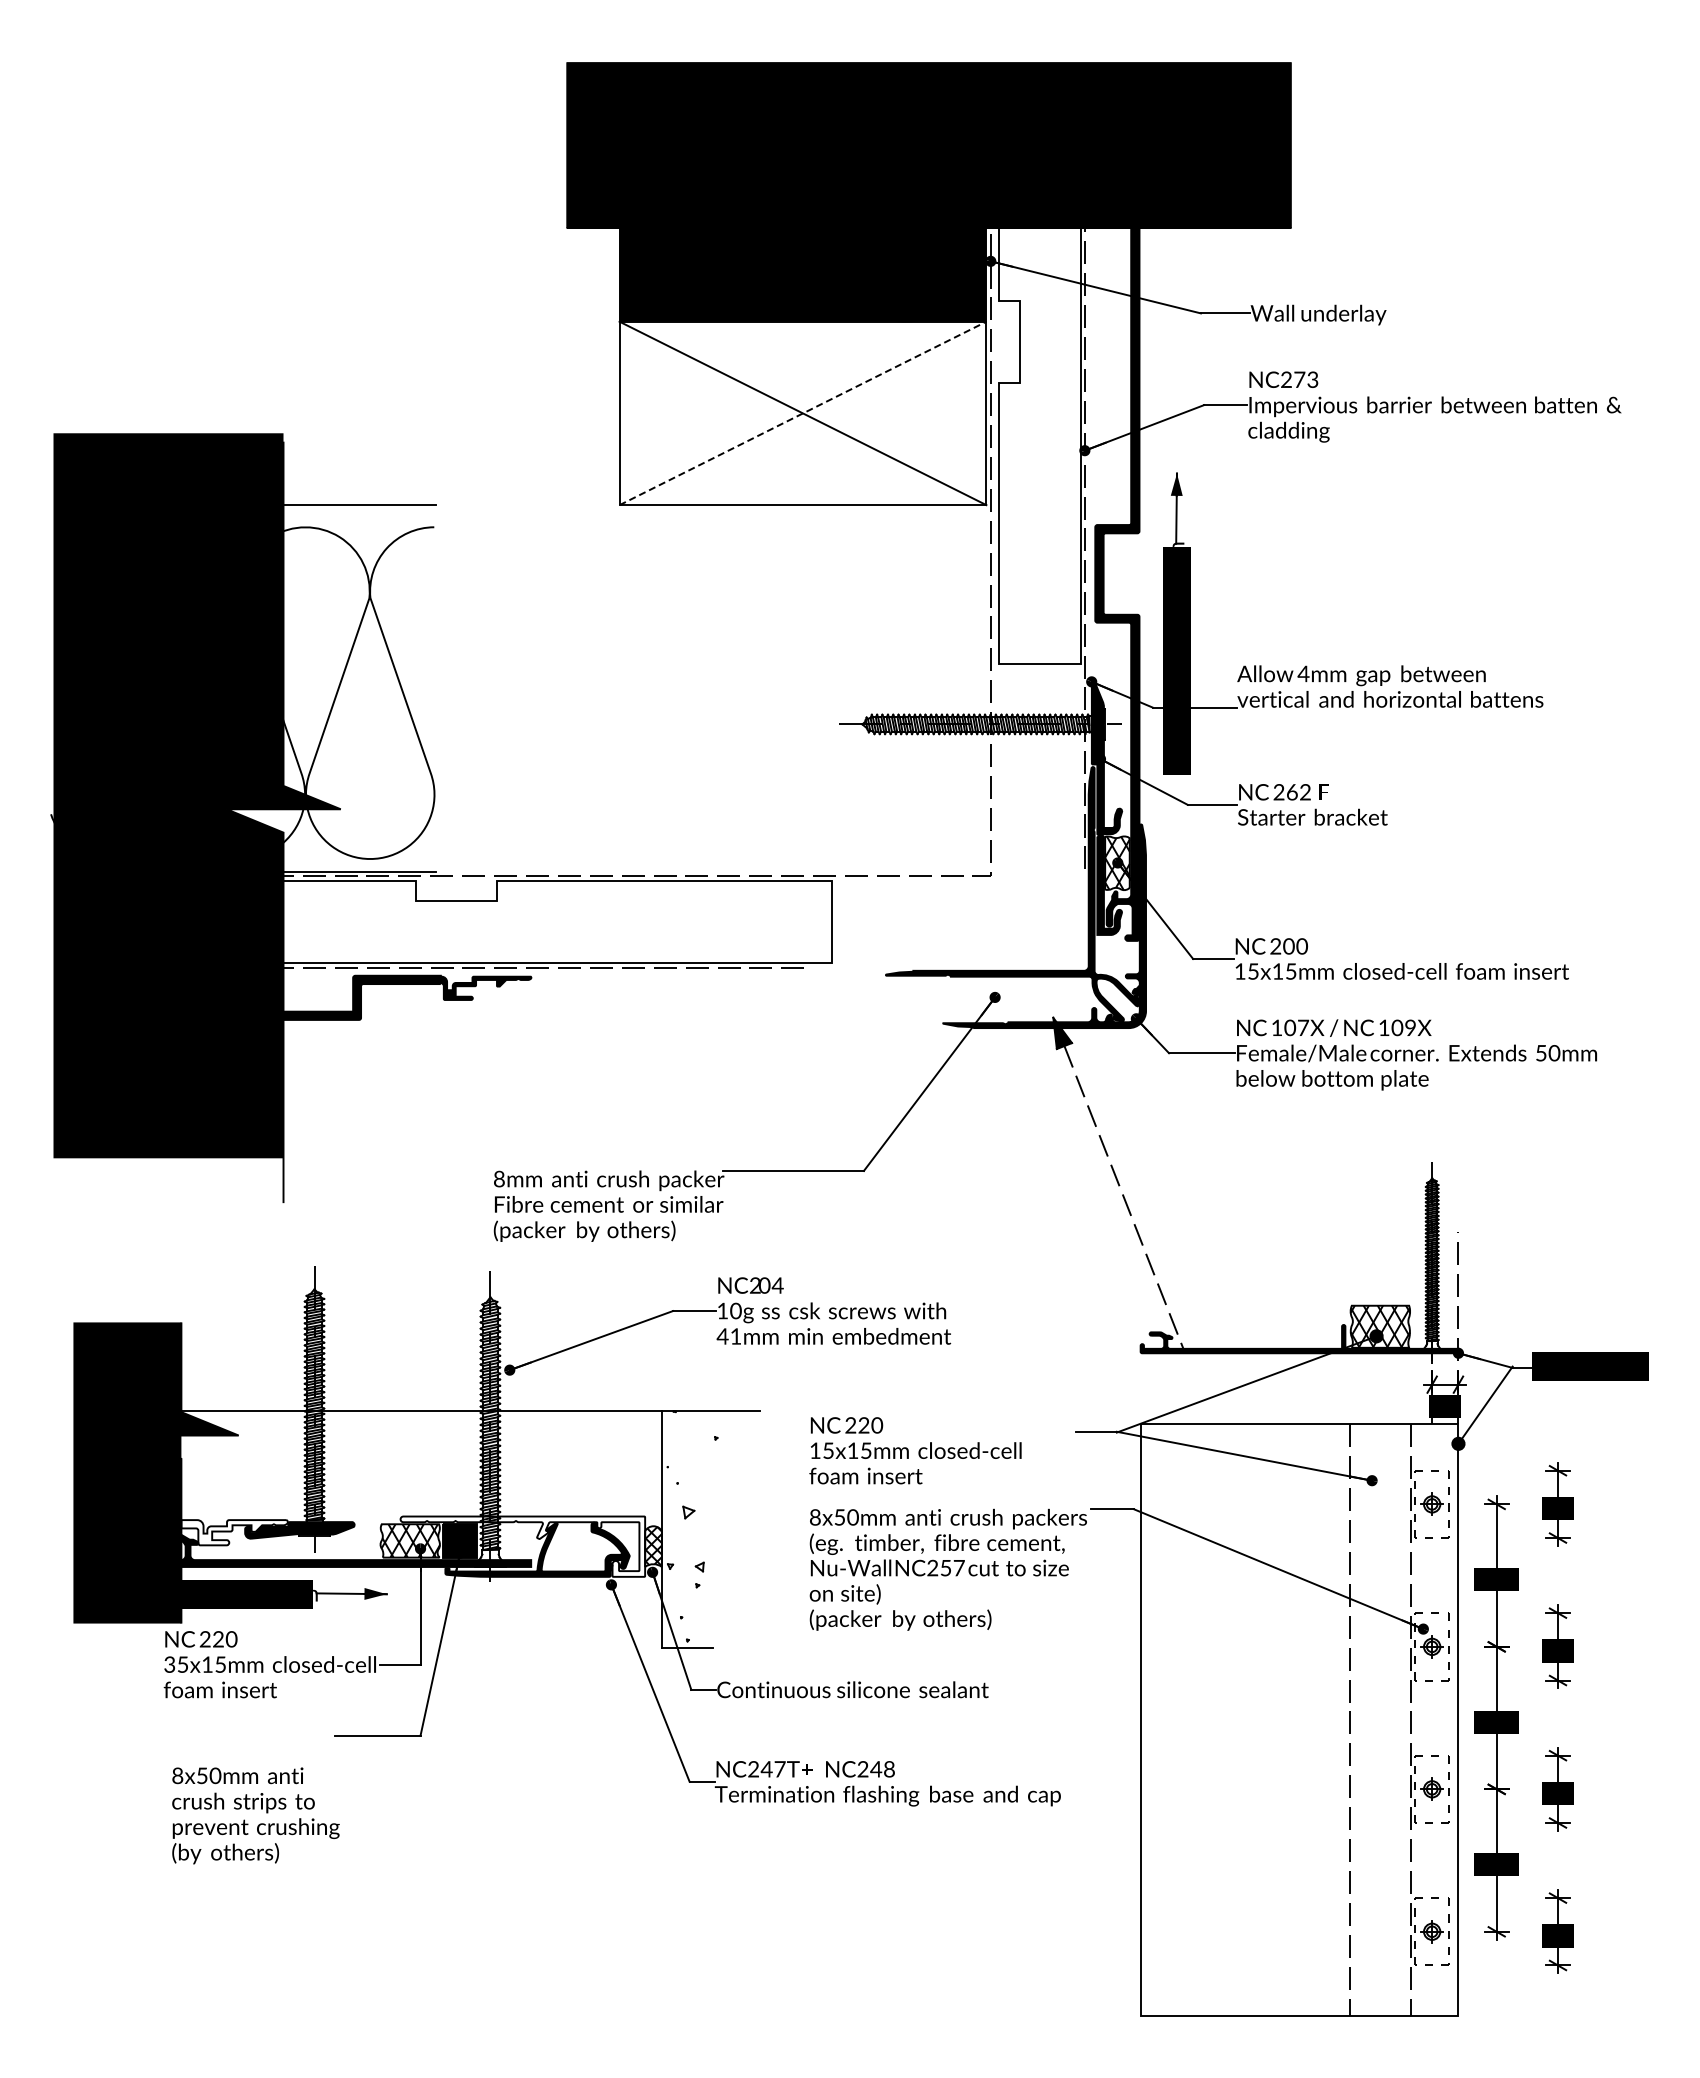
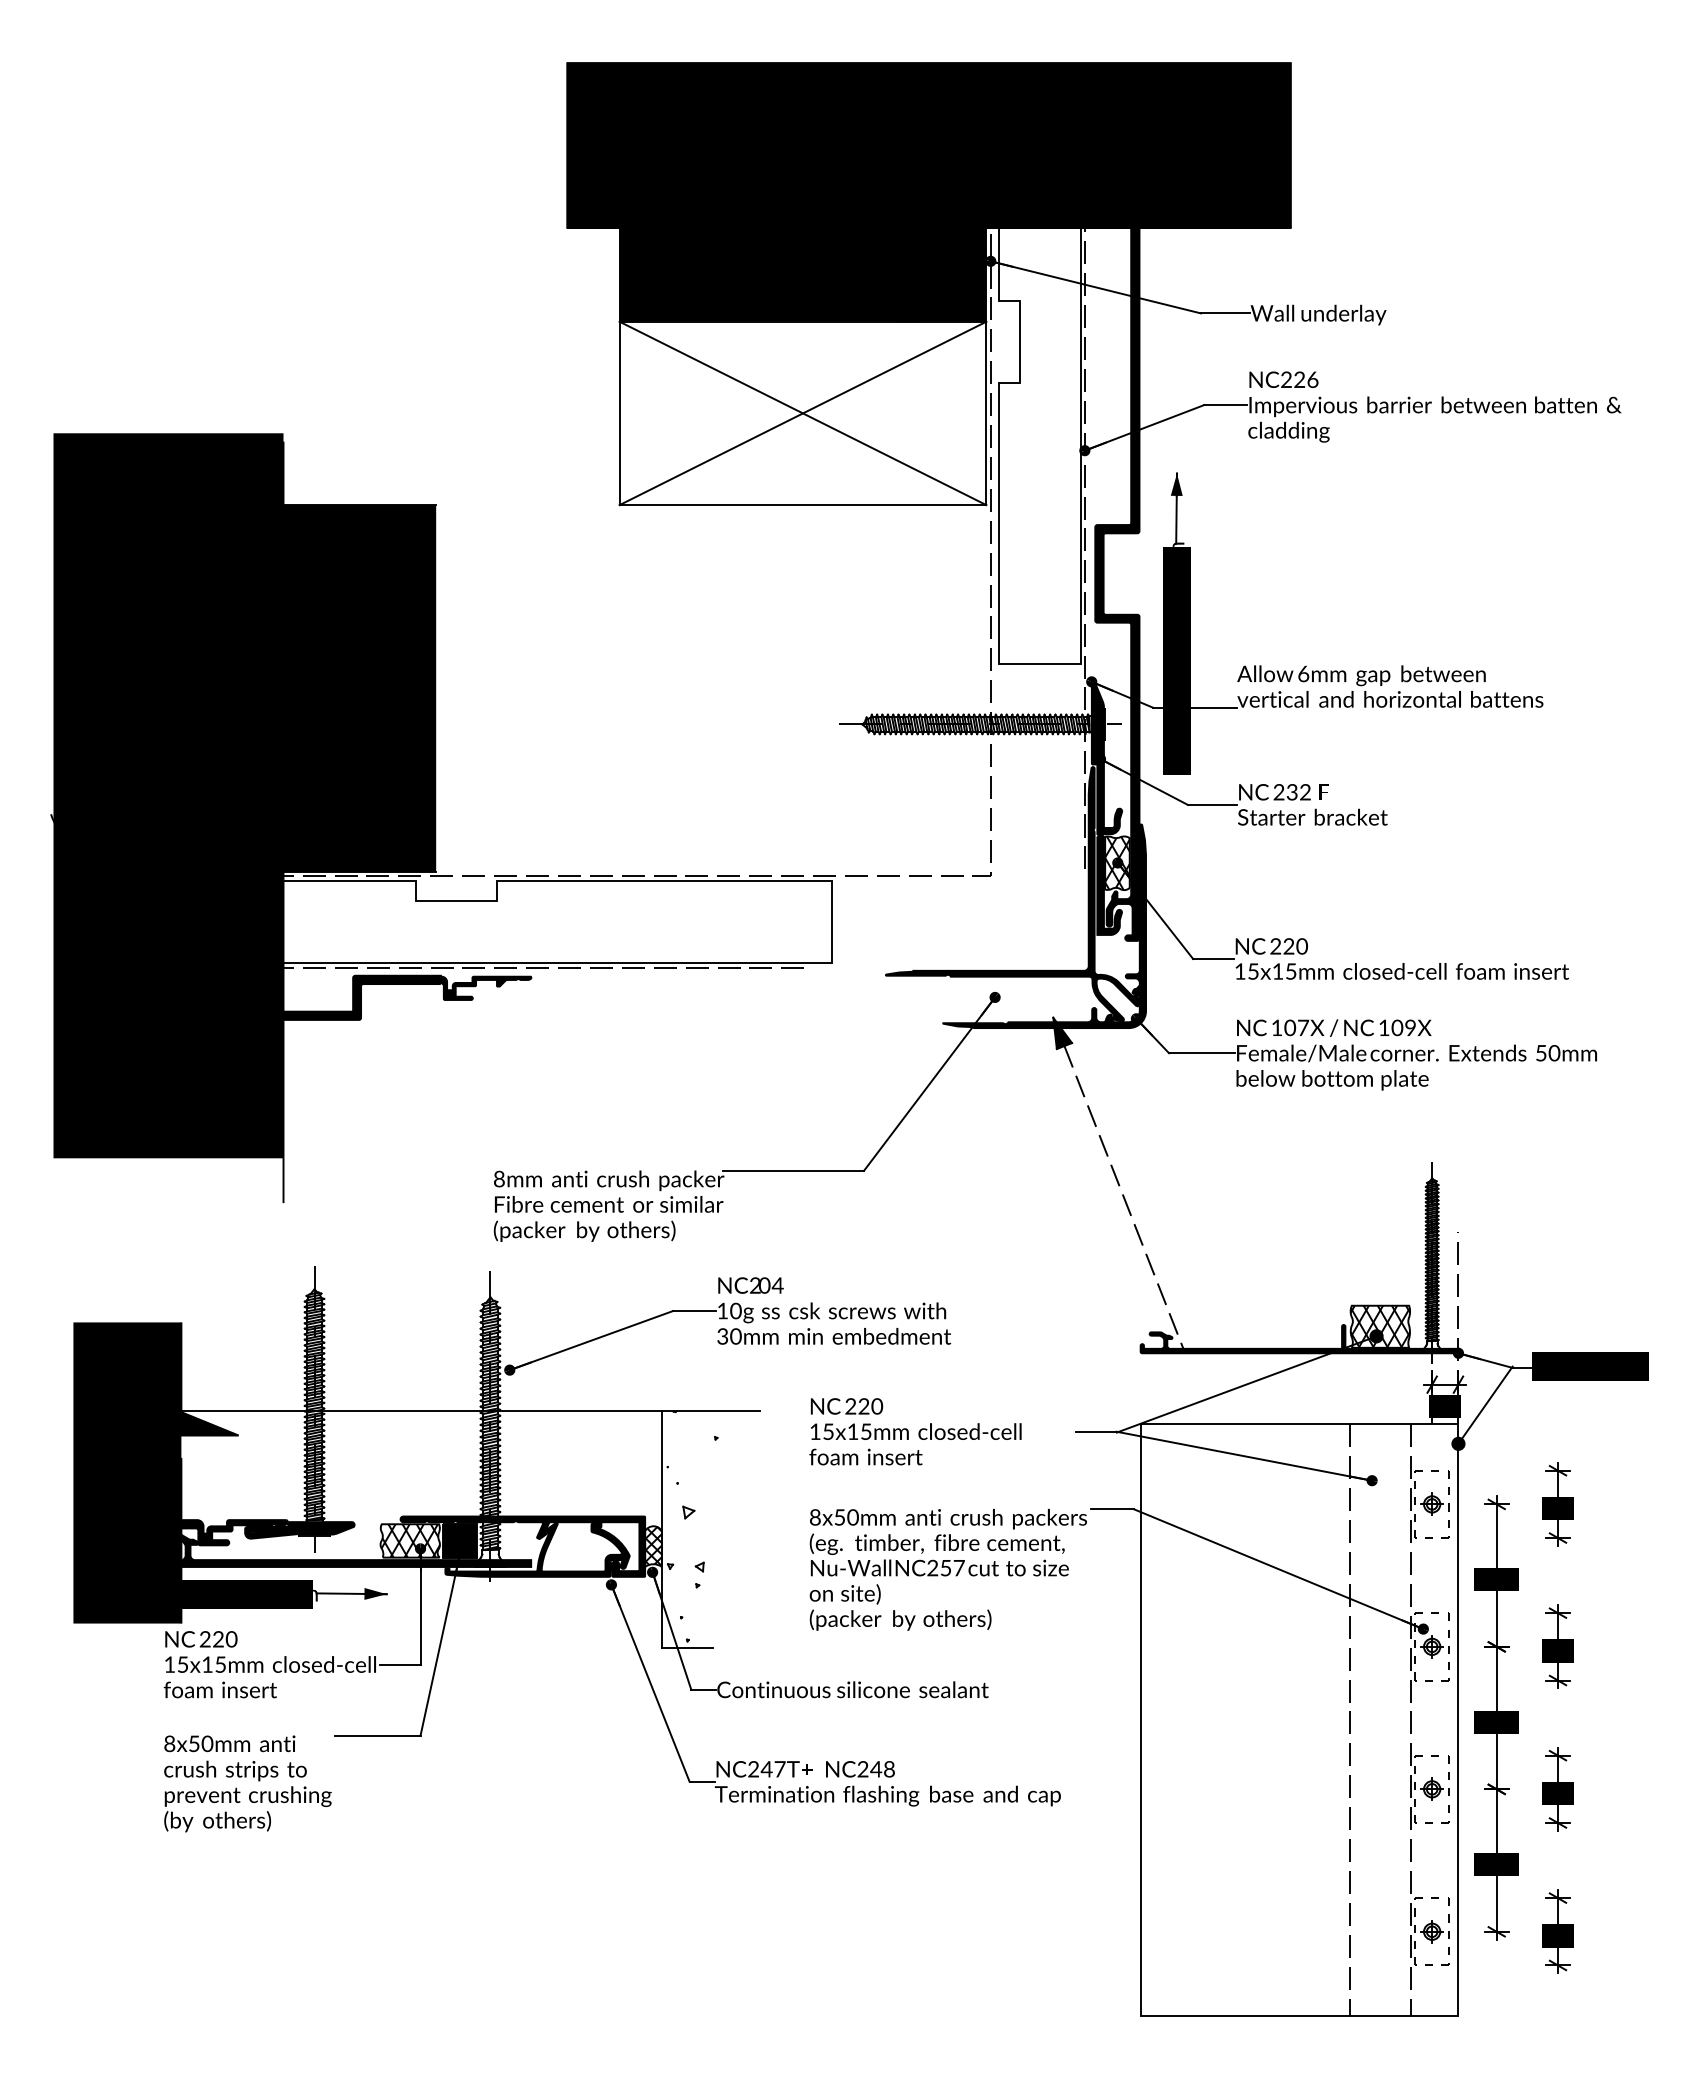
text at (1306, 379): NC273 -> NC226
line at (803, 413): dashed -> solid
text at (1303, 674): 4mm -> 6mm
fill at (331, 688): none -> present
text at (1291, 791): 262 -> 232
text at (1288, 946): 200 -> 220
text at (728, 1336): 41mm -> 30mm
text at (915, 1450) position: (915, 1450) -> (915, 1431)
fill at (234, 1532): none -> present
fill at (522, 1546): none -> present
text at (169, 1664): 35x15mm -> 15x15mm
text at (255, 1815) position: (255, 1815) -> (247, 1783)
